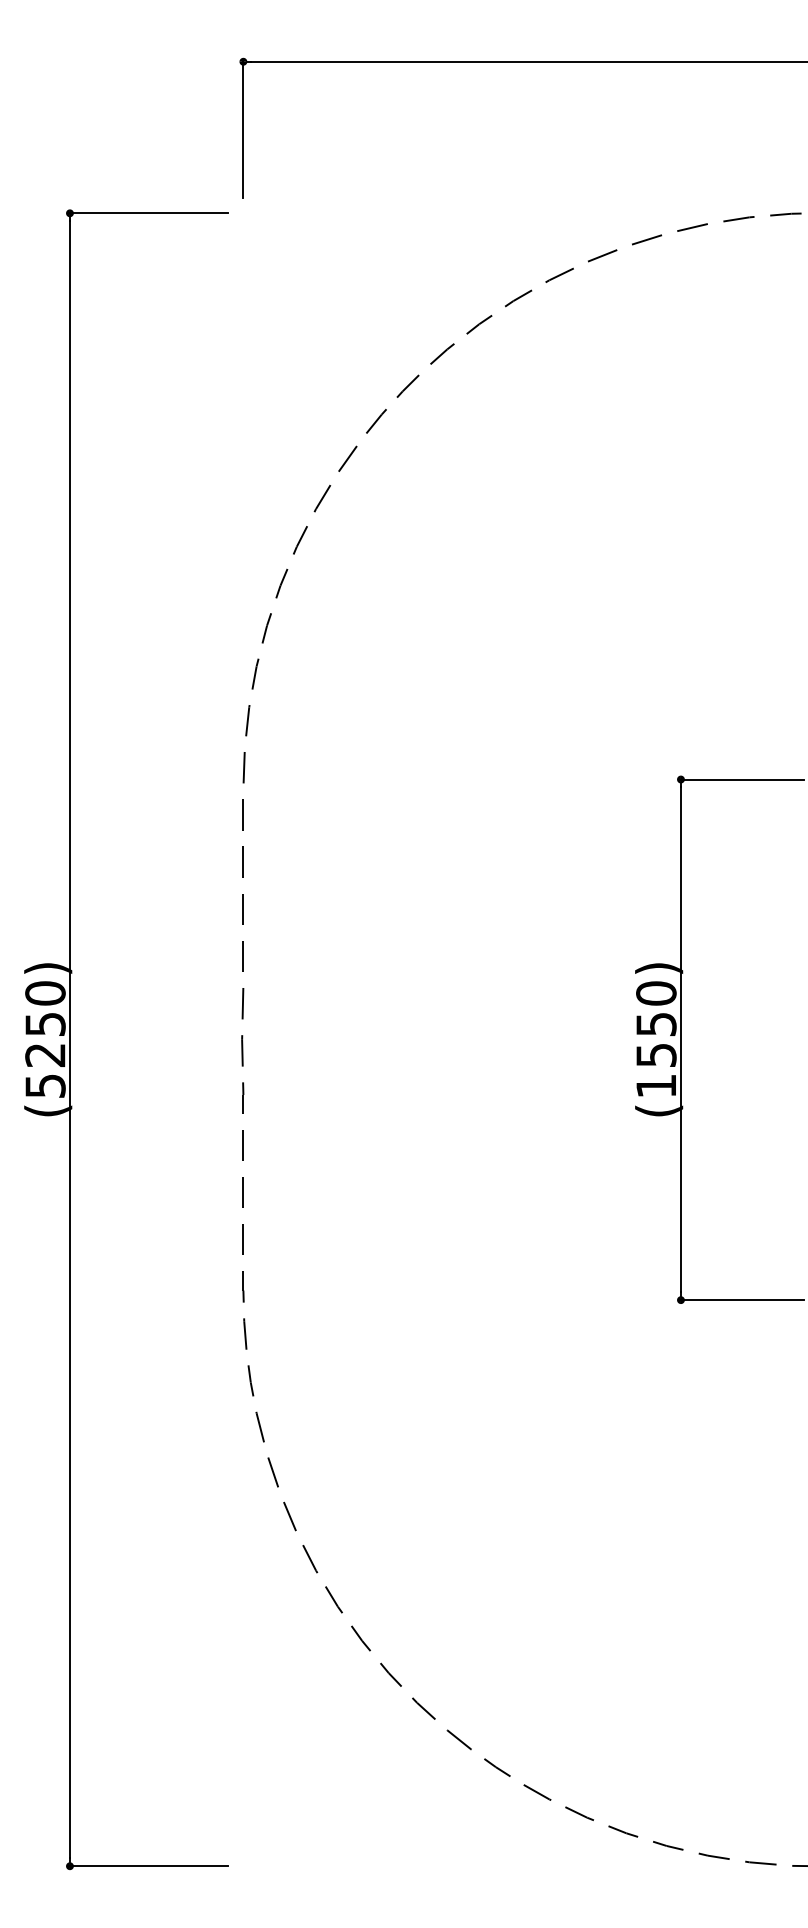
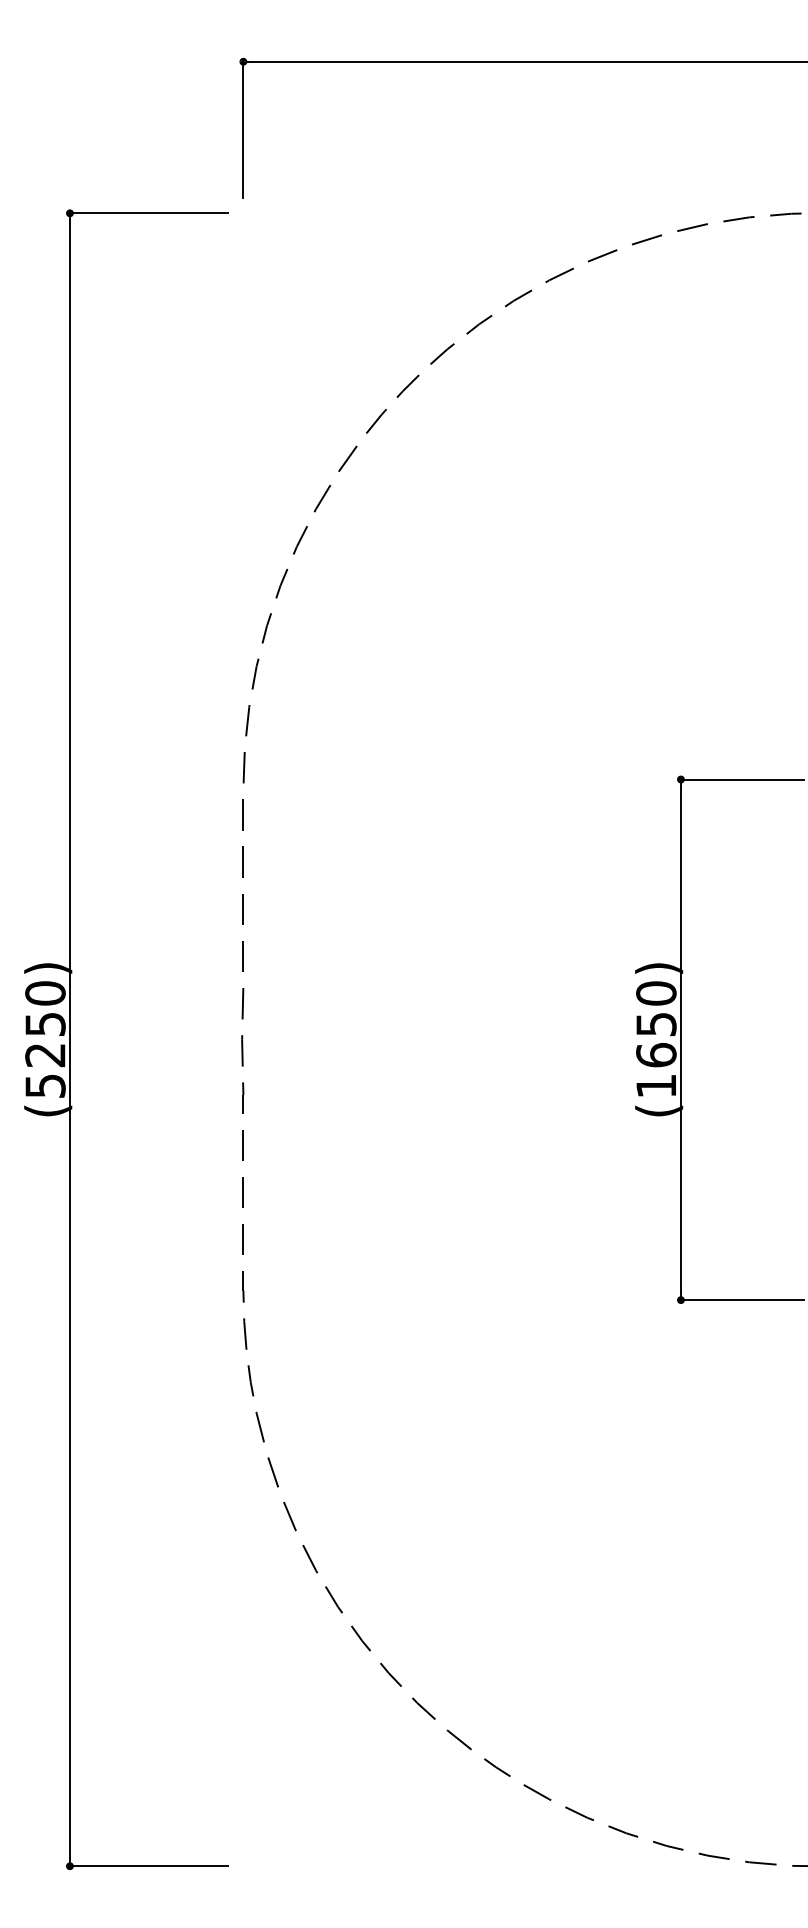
text at (656, 1054): (1550) -> (1650)
